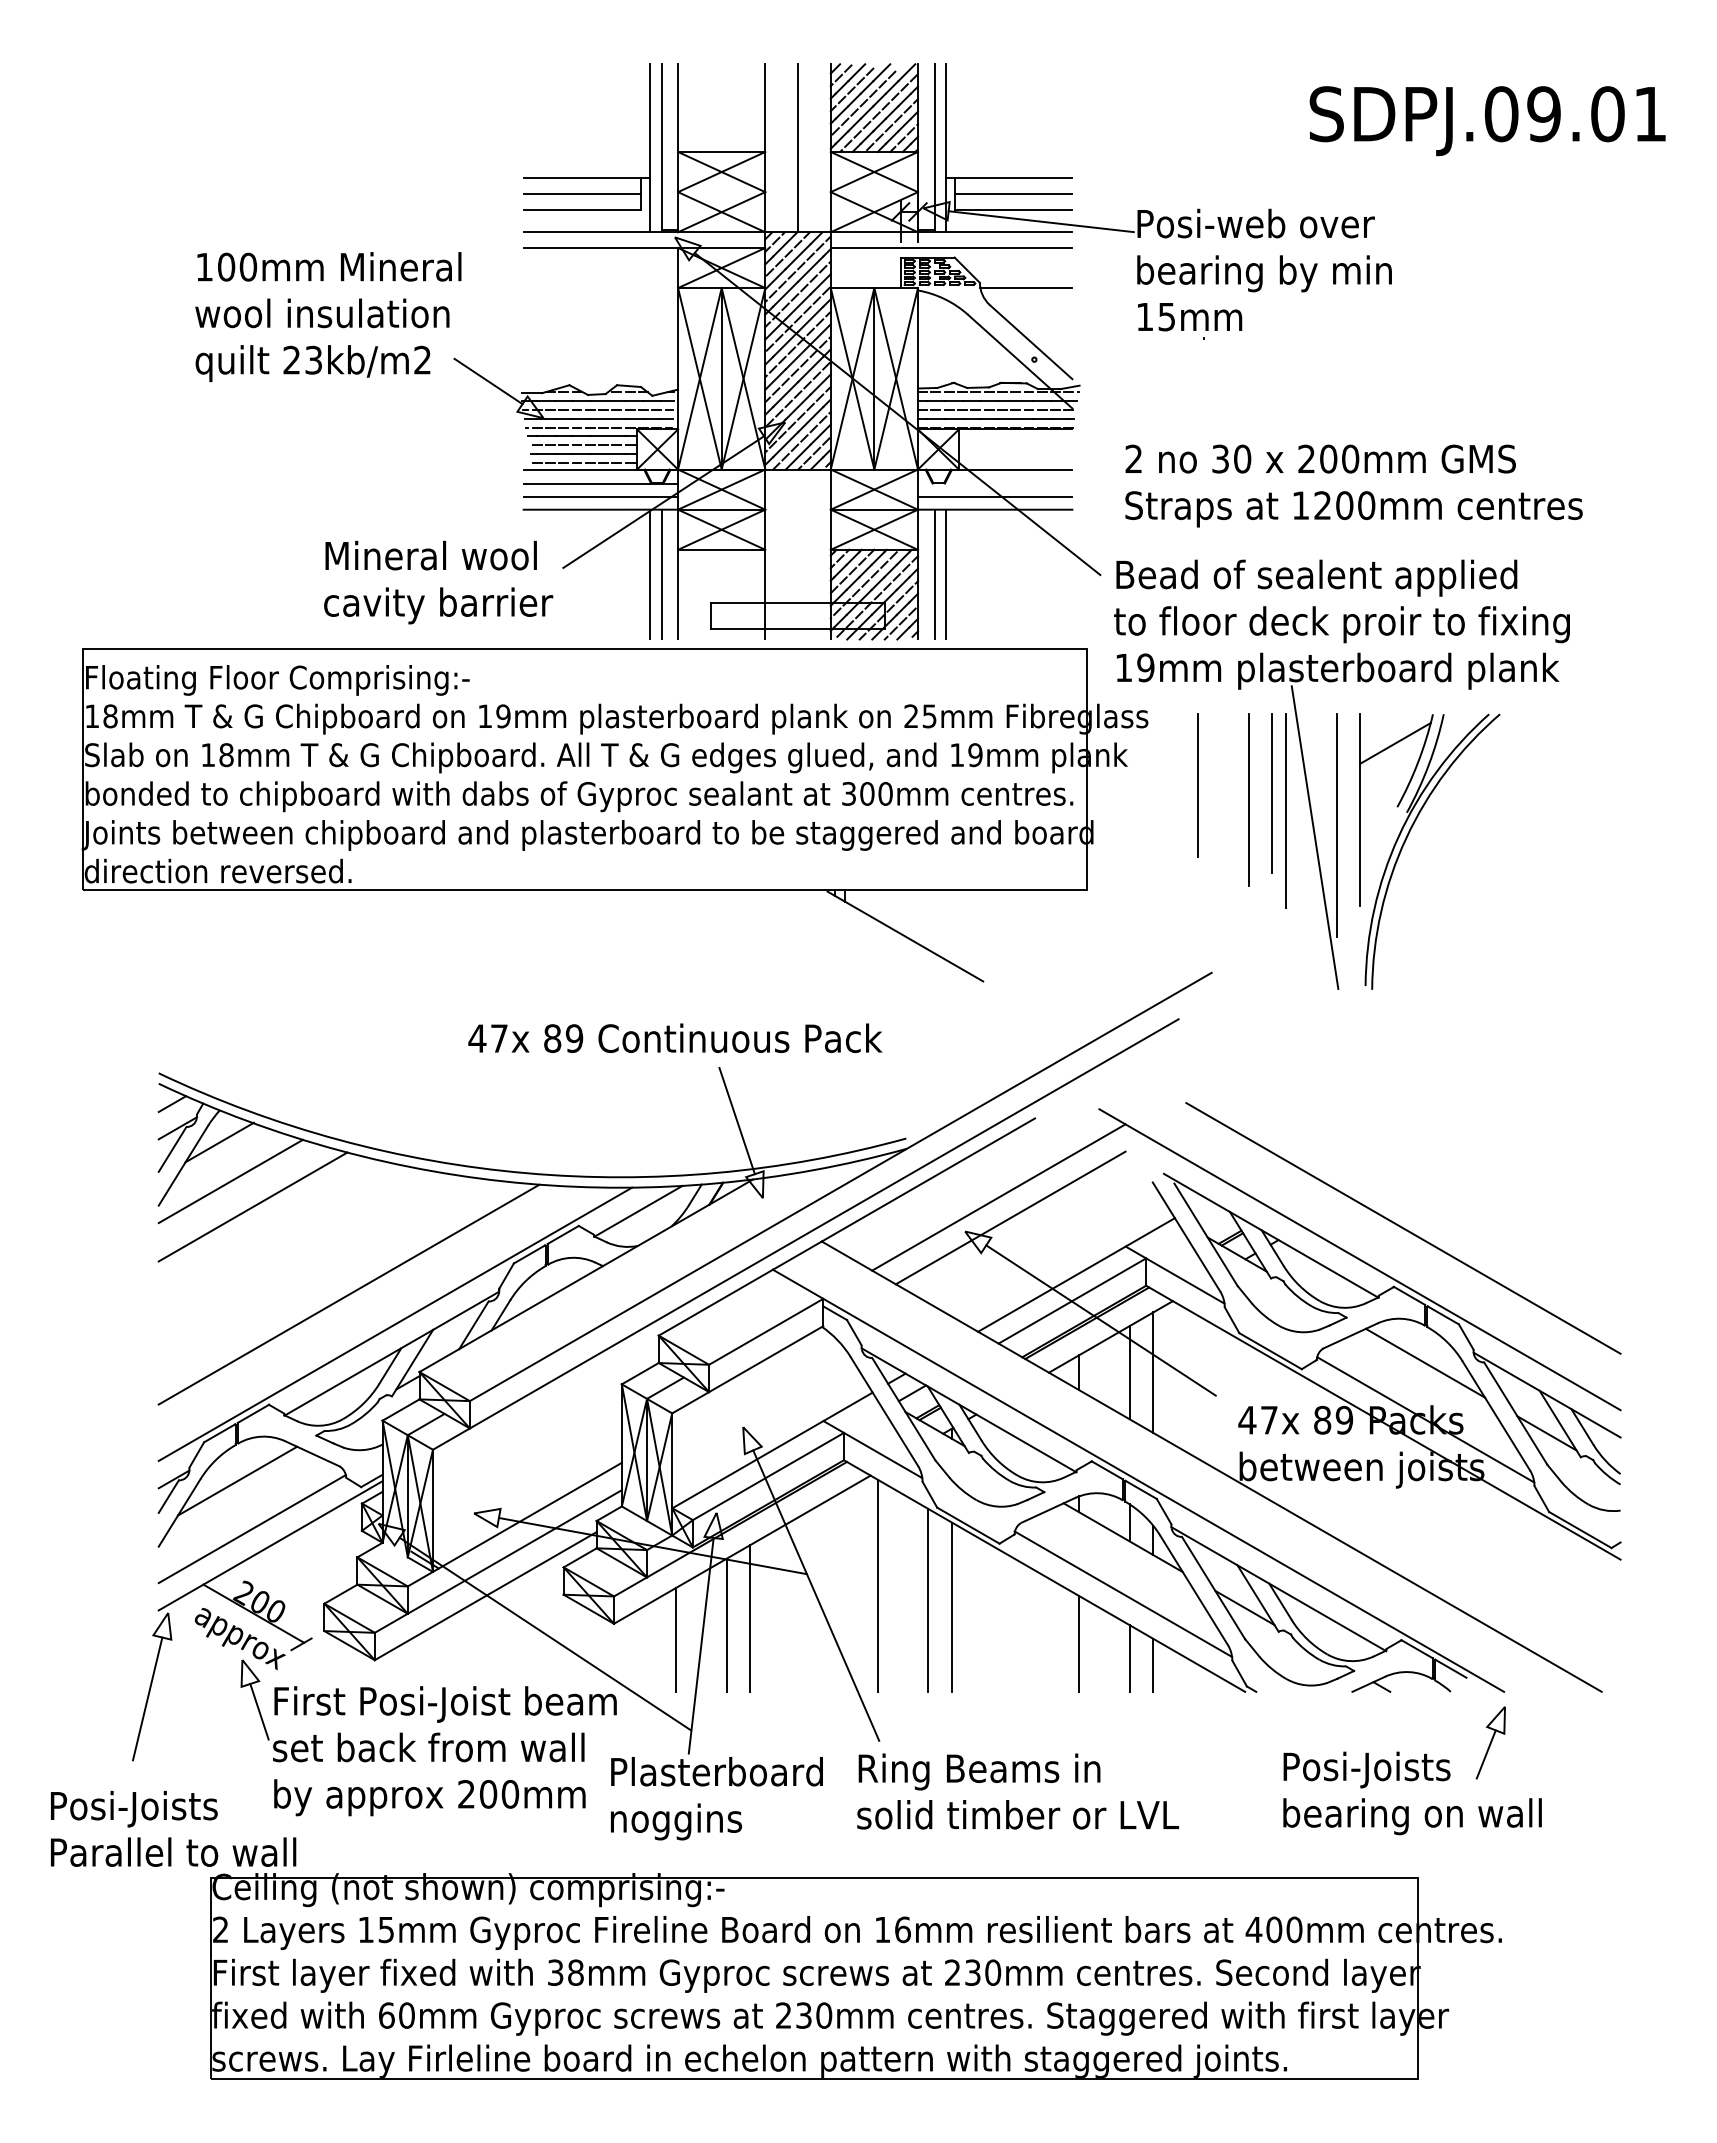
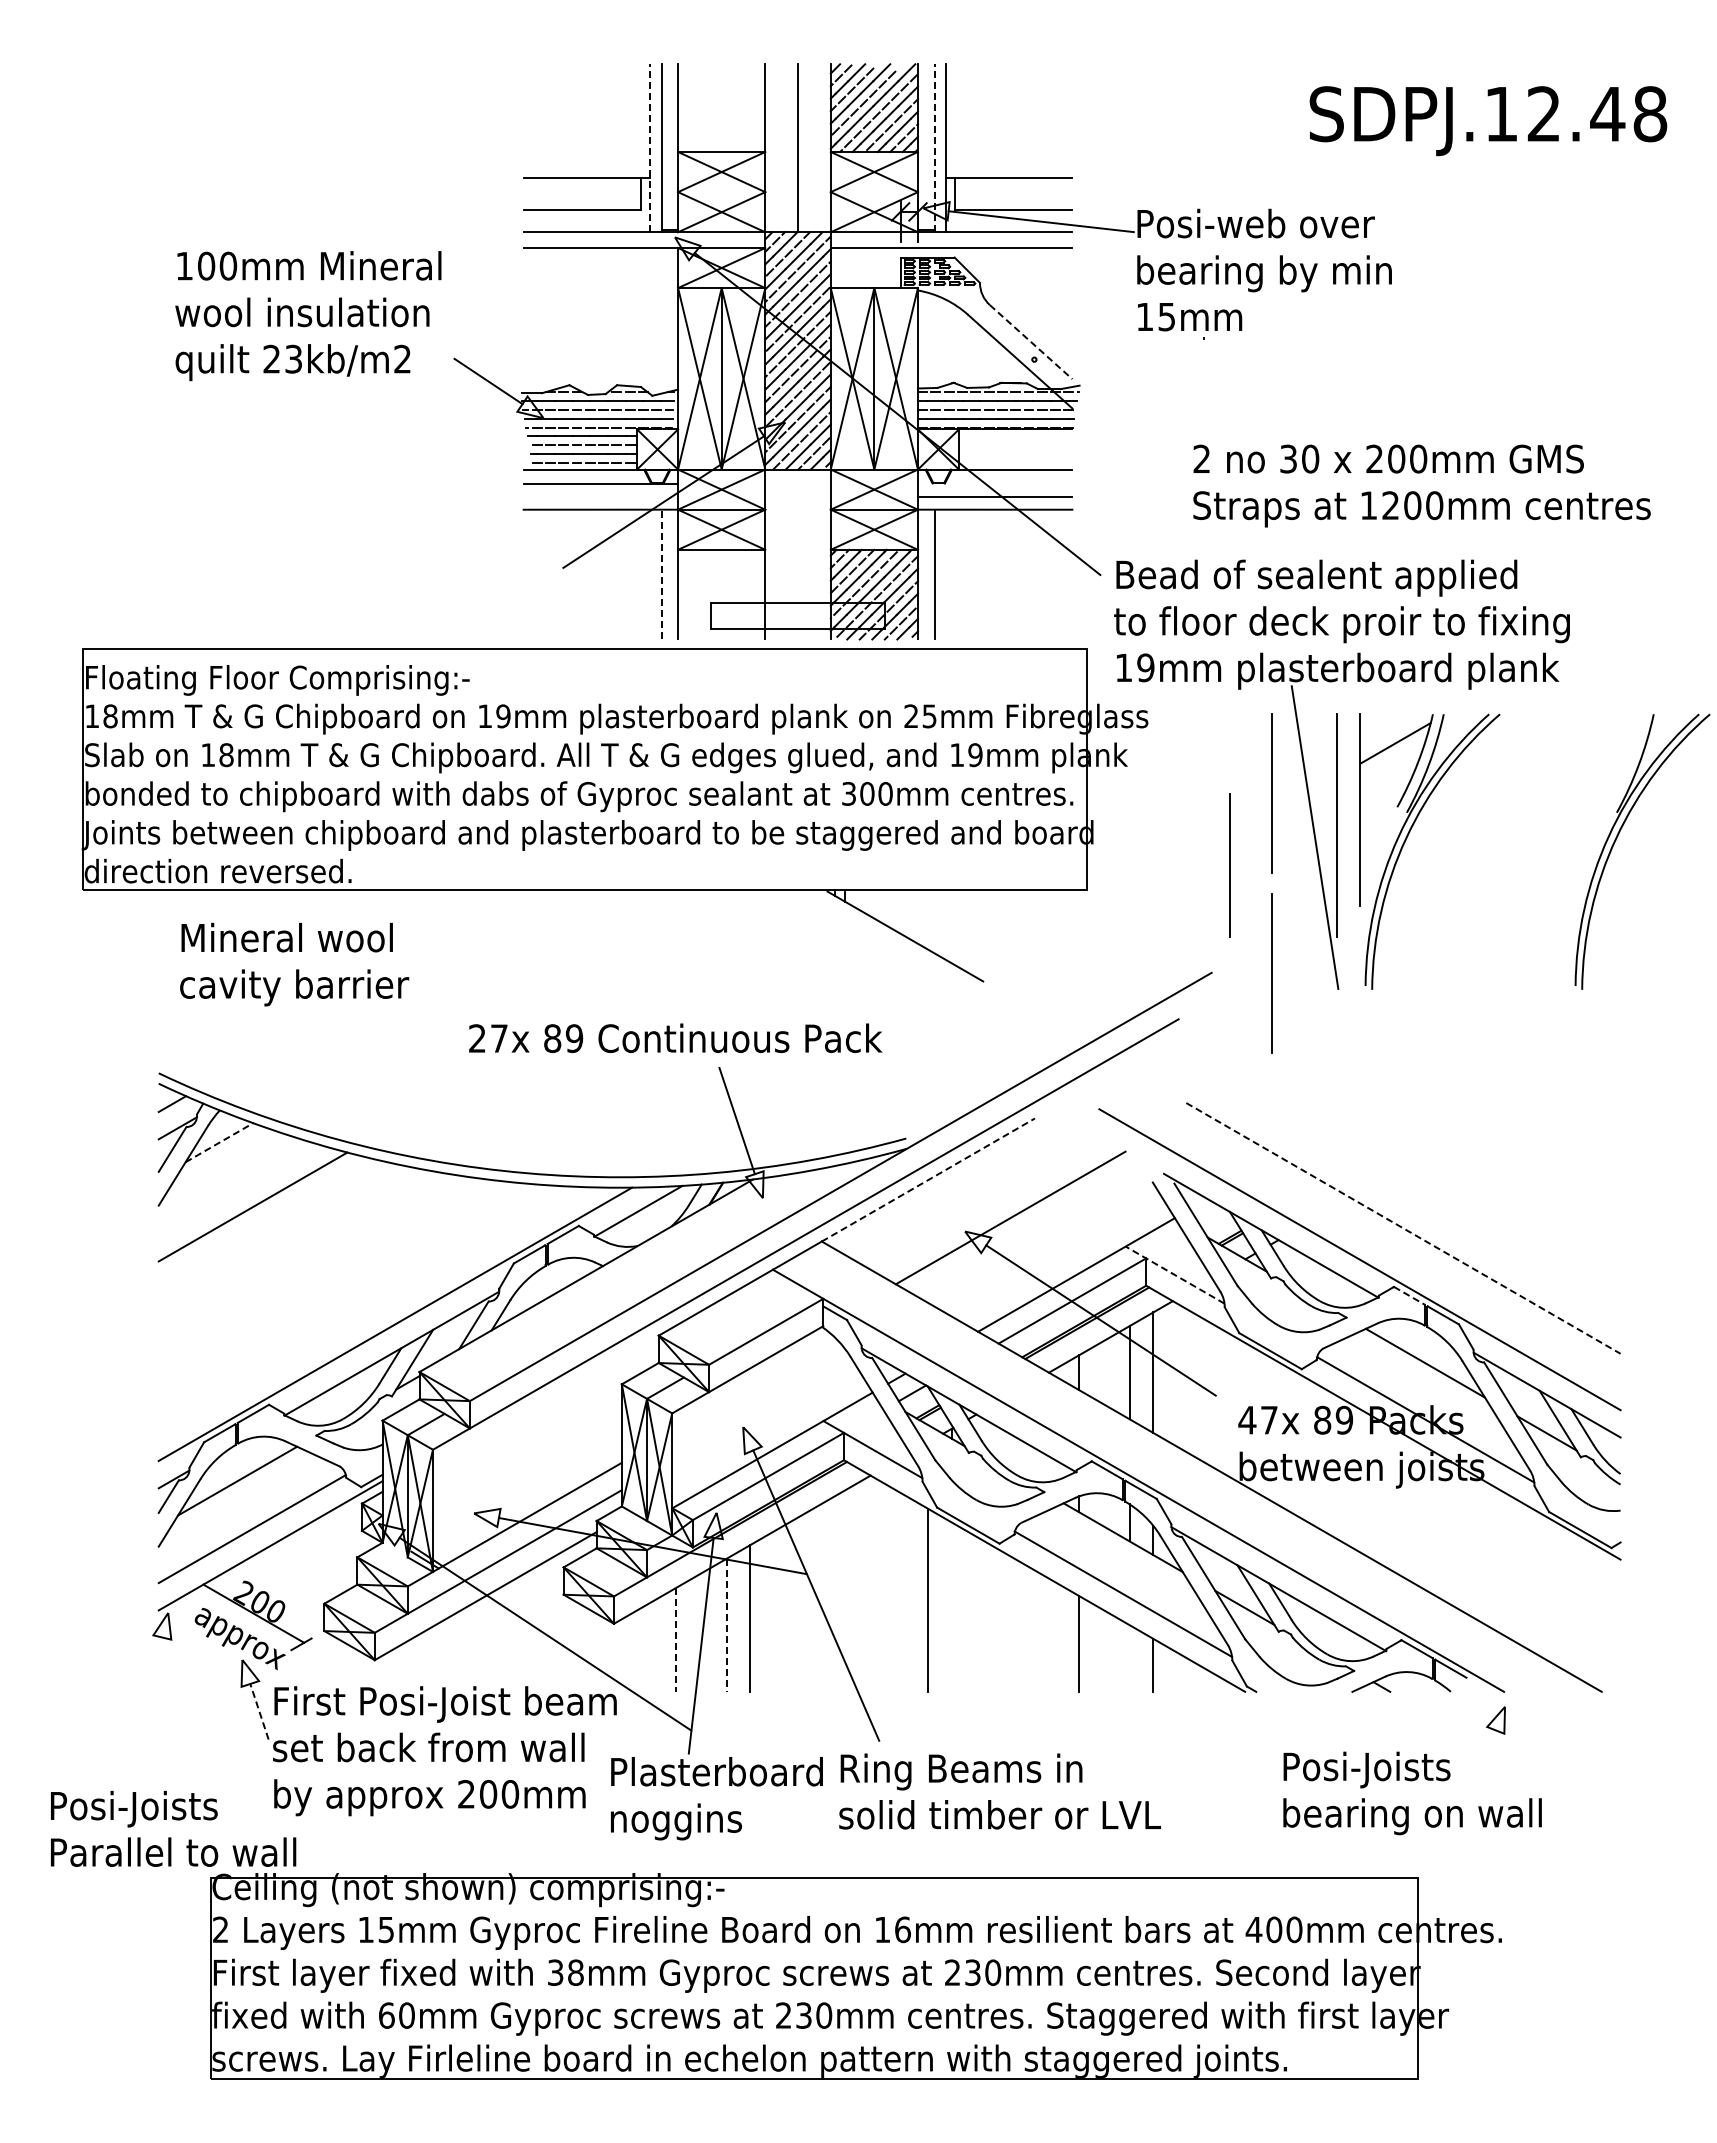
text at (1575, 114): SDPJ.09.01 -> SDPJ.12.48
line at (650, 148): solid -> dashed
line at (934, 148): solid -> dashed
line at (582, 193): present -> none
line at (1013, 193): present -> none
line at (1026, 288): present -> none
text at (328, 317) position: (328, 317) -> (308, 316)
line at (1031, 342): solid -> dashed
text at (1353, 485) position: (1353, 485) -> (1421, 485)
line at (600, 496): present -> none
line at (650, 574): present -> none
line at (661, 574): solid -> dashed
line at (945, 574): present -> none
text at (438, 582) position: (438, 582) -> (294, 964)
line at (1197, 785) position: (1197, 785) -> (1229, 865)
line at (1248, 800): present -> none
line at (1286, 811): present -> none
part at (1617, 838): none -> present
line at (1271, 973): none -> present
text at (477, 1038): 47x -> 27x
line at (220, 1142): solid -> dashed
line at (928, 1179): solid -> dashed
line at (230, 1181): present -> none
line at (998, 1197): present -> none
line at (1403, 1228): solid -> dashed
line at (1174, 1274): solid -> dashed
line at (348, 1294): present -> none
line at (1410, 1296): solid -> dashed
line at (877, 1585): present -> none
line at (951, 1606): present -> none
line at (726, 1625): solid -> dashed
line at (676, 1640): solid -> dashed
line at (1129, 1658): present -> none
line at (147, 1698): present -> none
line at (259, 1711): solid -> dashed
line at (1485, 1754): present -> none
text at (1017, 1791) position: (1017, 1791) -> (999, 1791)
